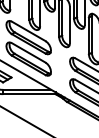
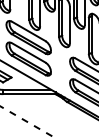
line at (27, 122): solid -> dashed
